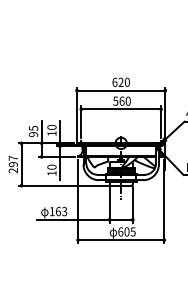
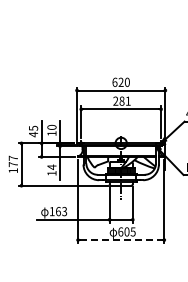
text at (121, 100): 560 -> 281
text at (33, 134): 95 -> 45
text at (51, 166): 10 -> 14
text at (12, 167): 297 -> 177
line at (121, 240): solid -> dashed
